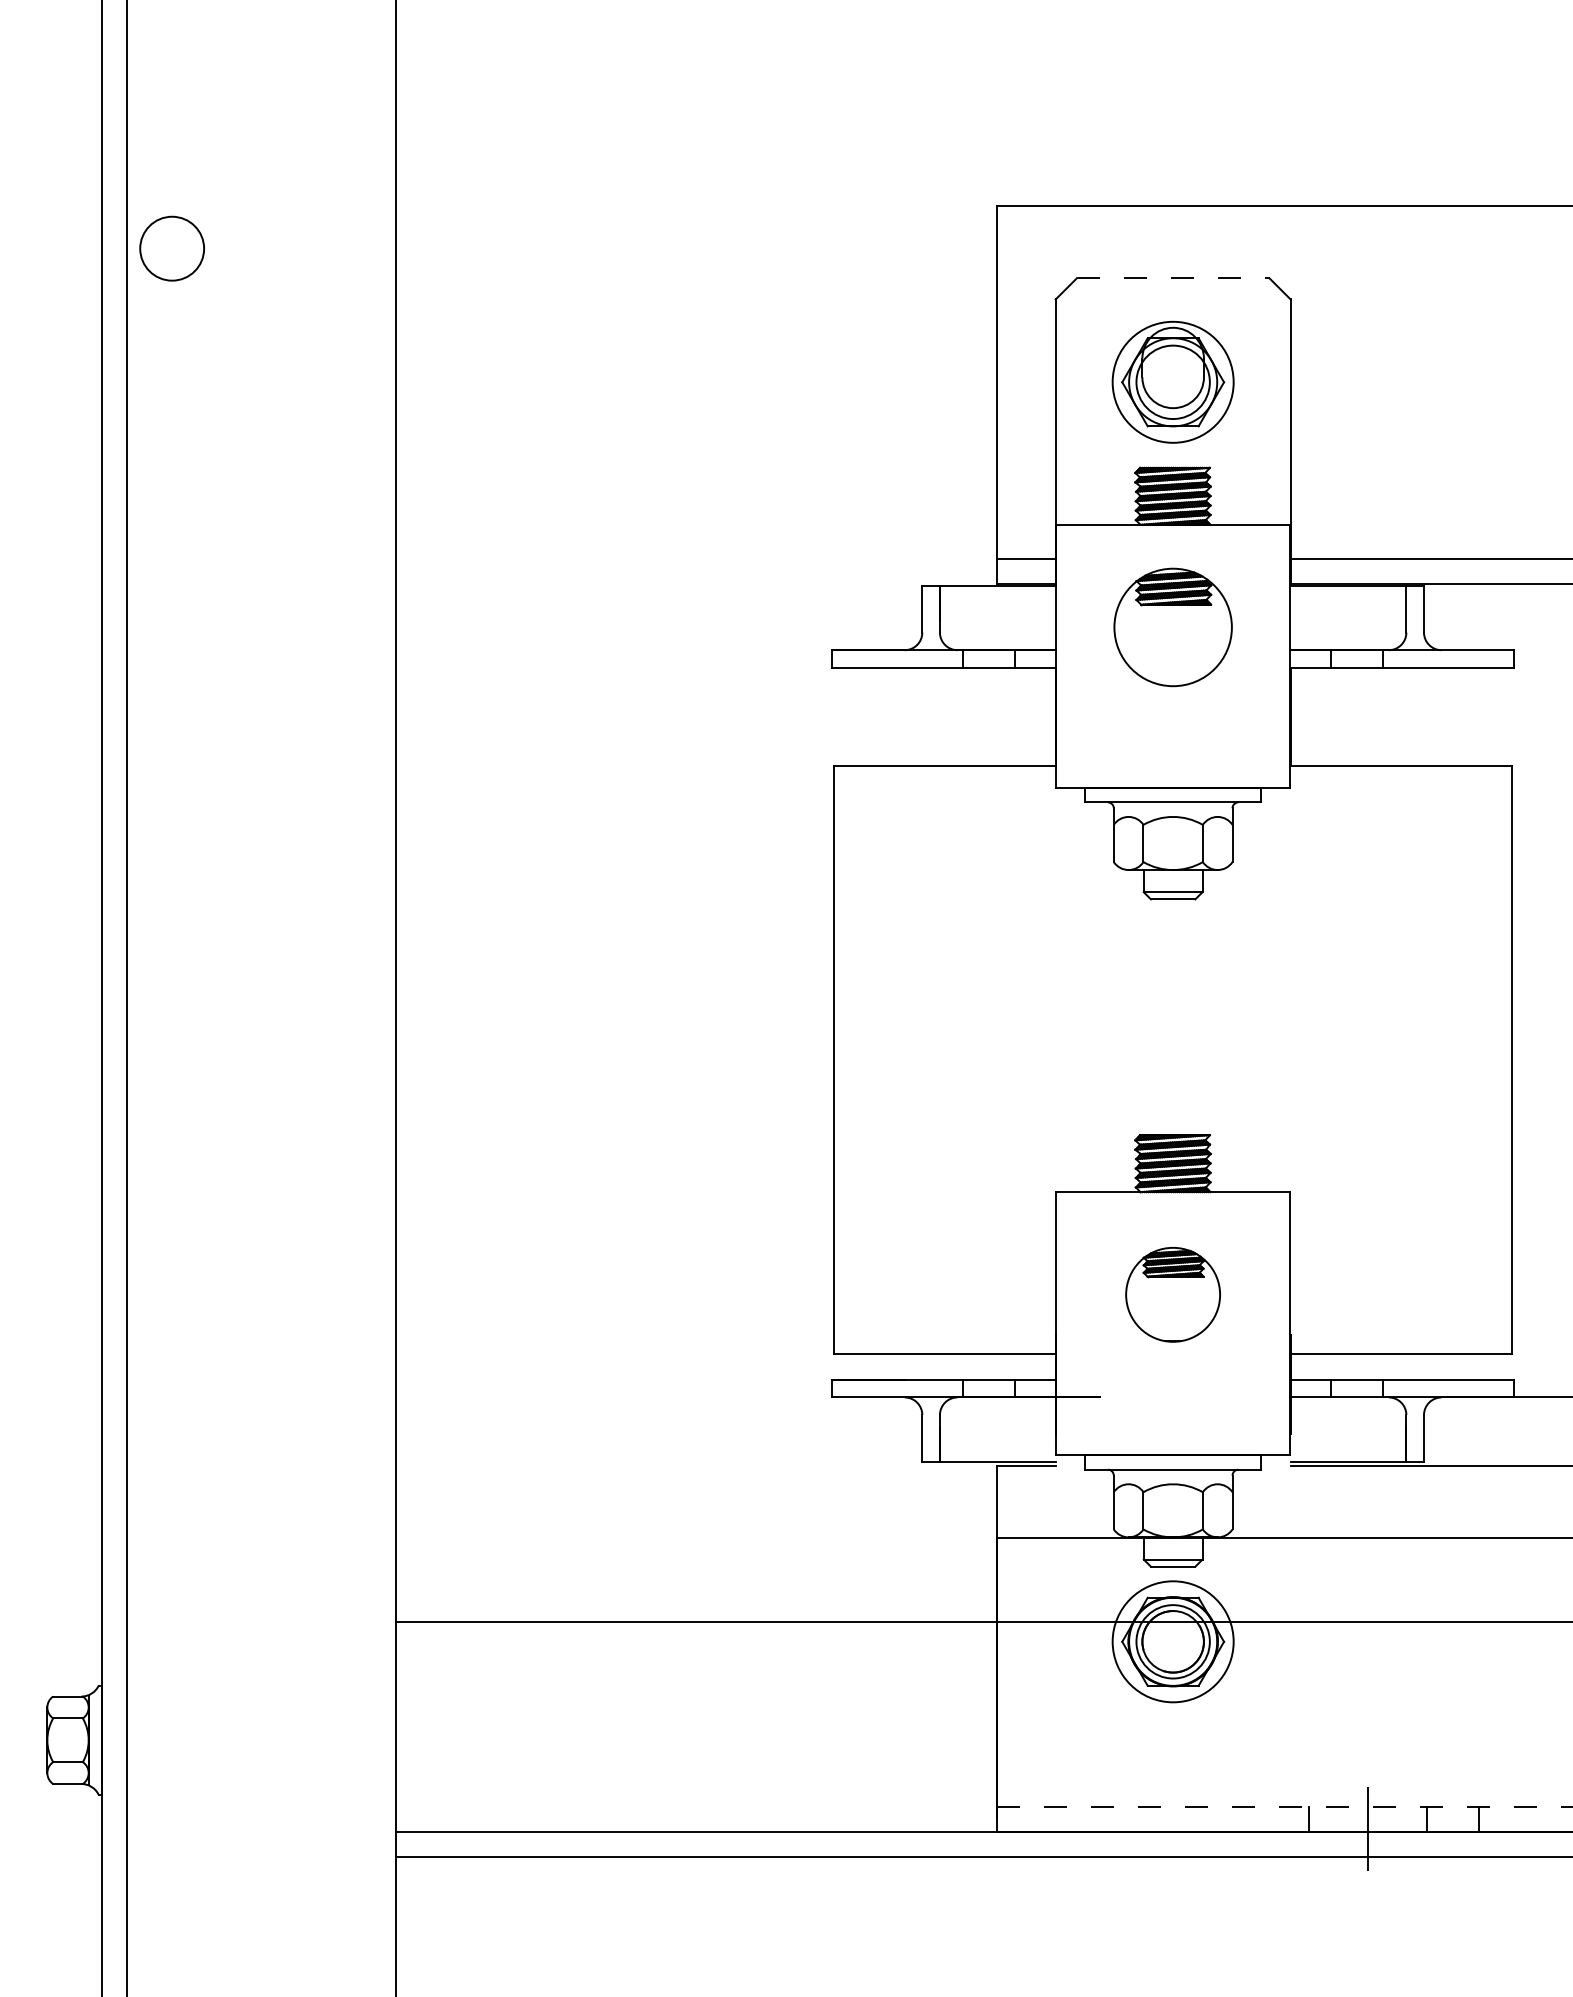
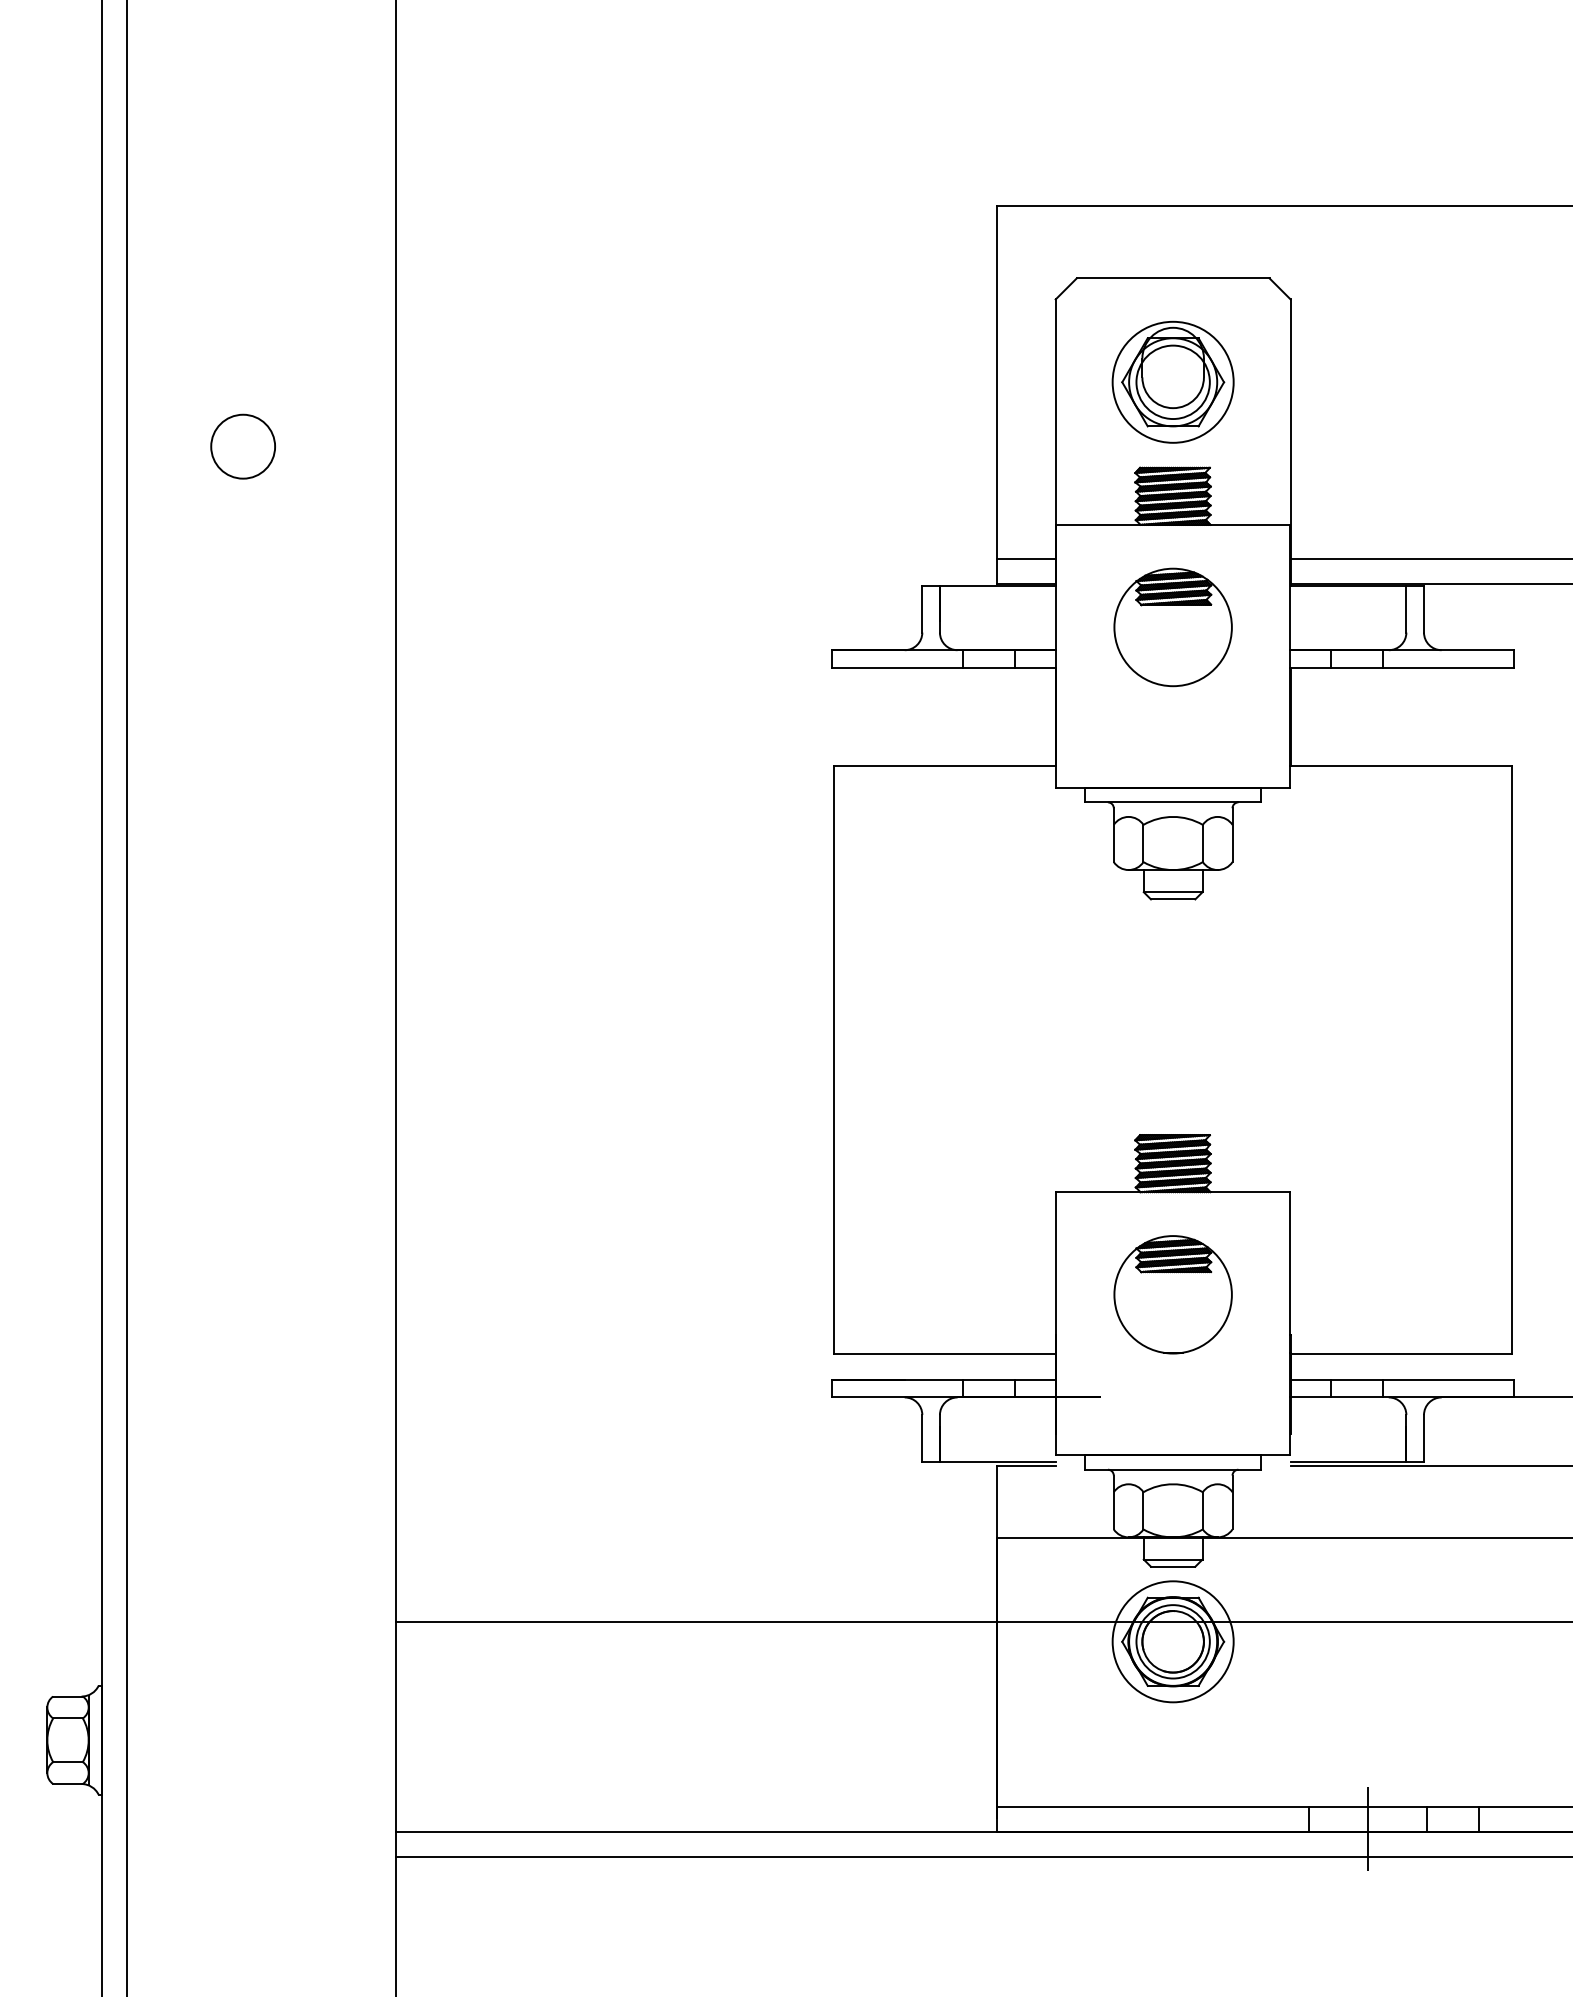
circle at (171, 248) position: (171, 248) -> (242, 446)
line at (1173, 278): dashed -> solid
part at (1172, 1294) size: 96x96 px -> 120x120 px
line at (1284, 1807): dashed -> solid
